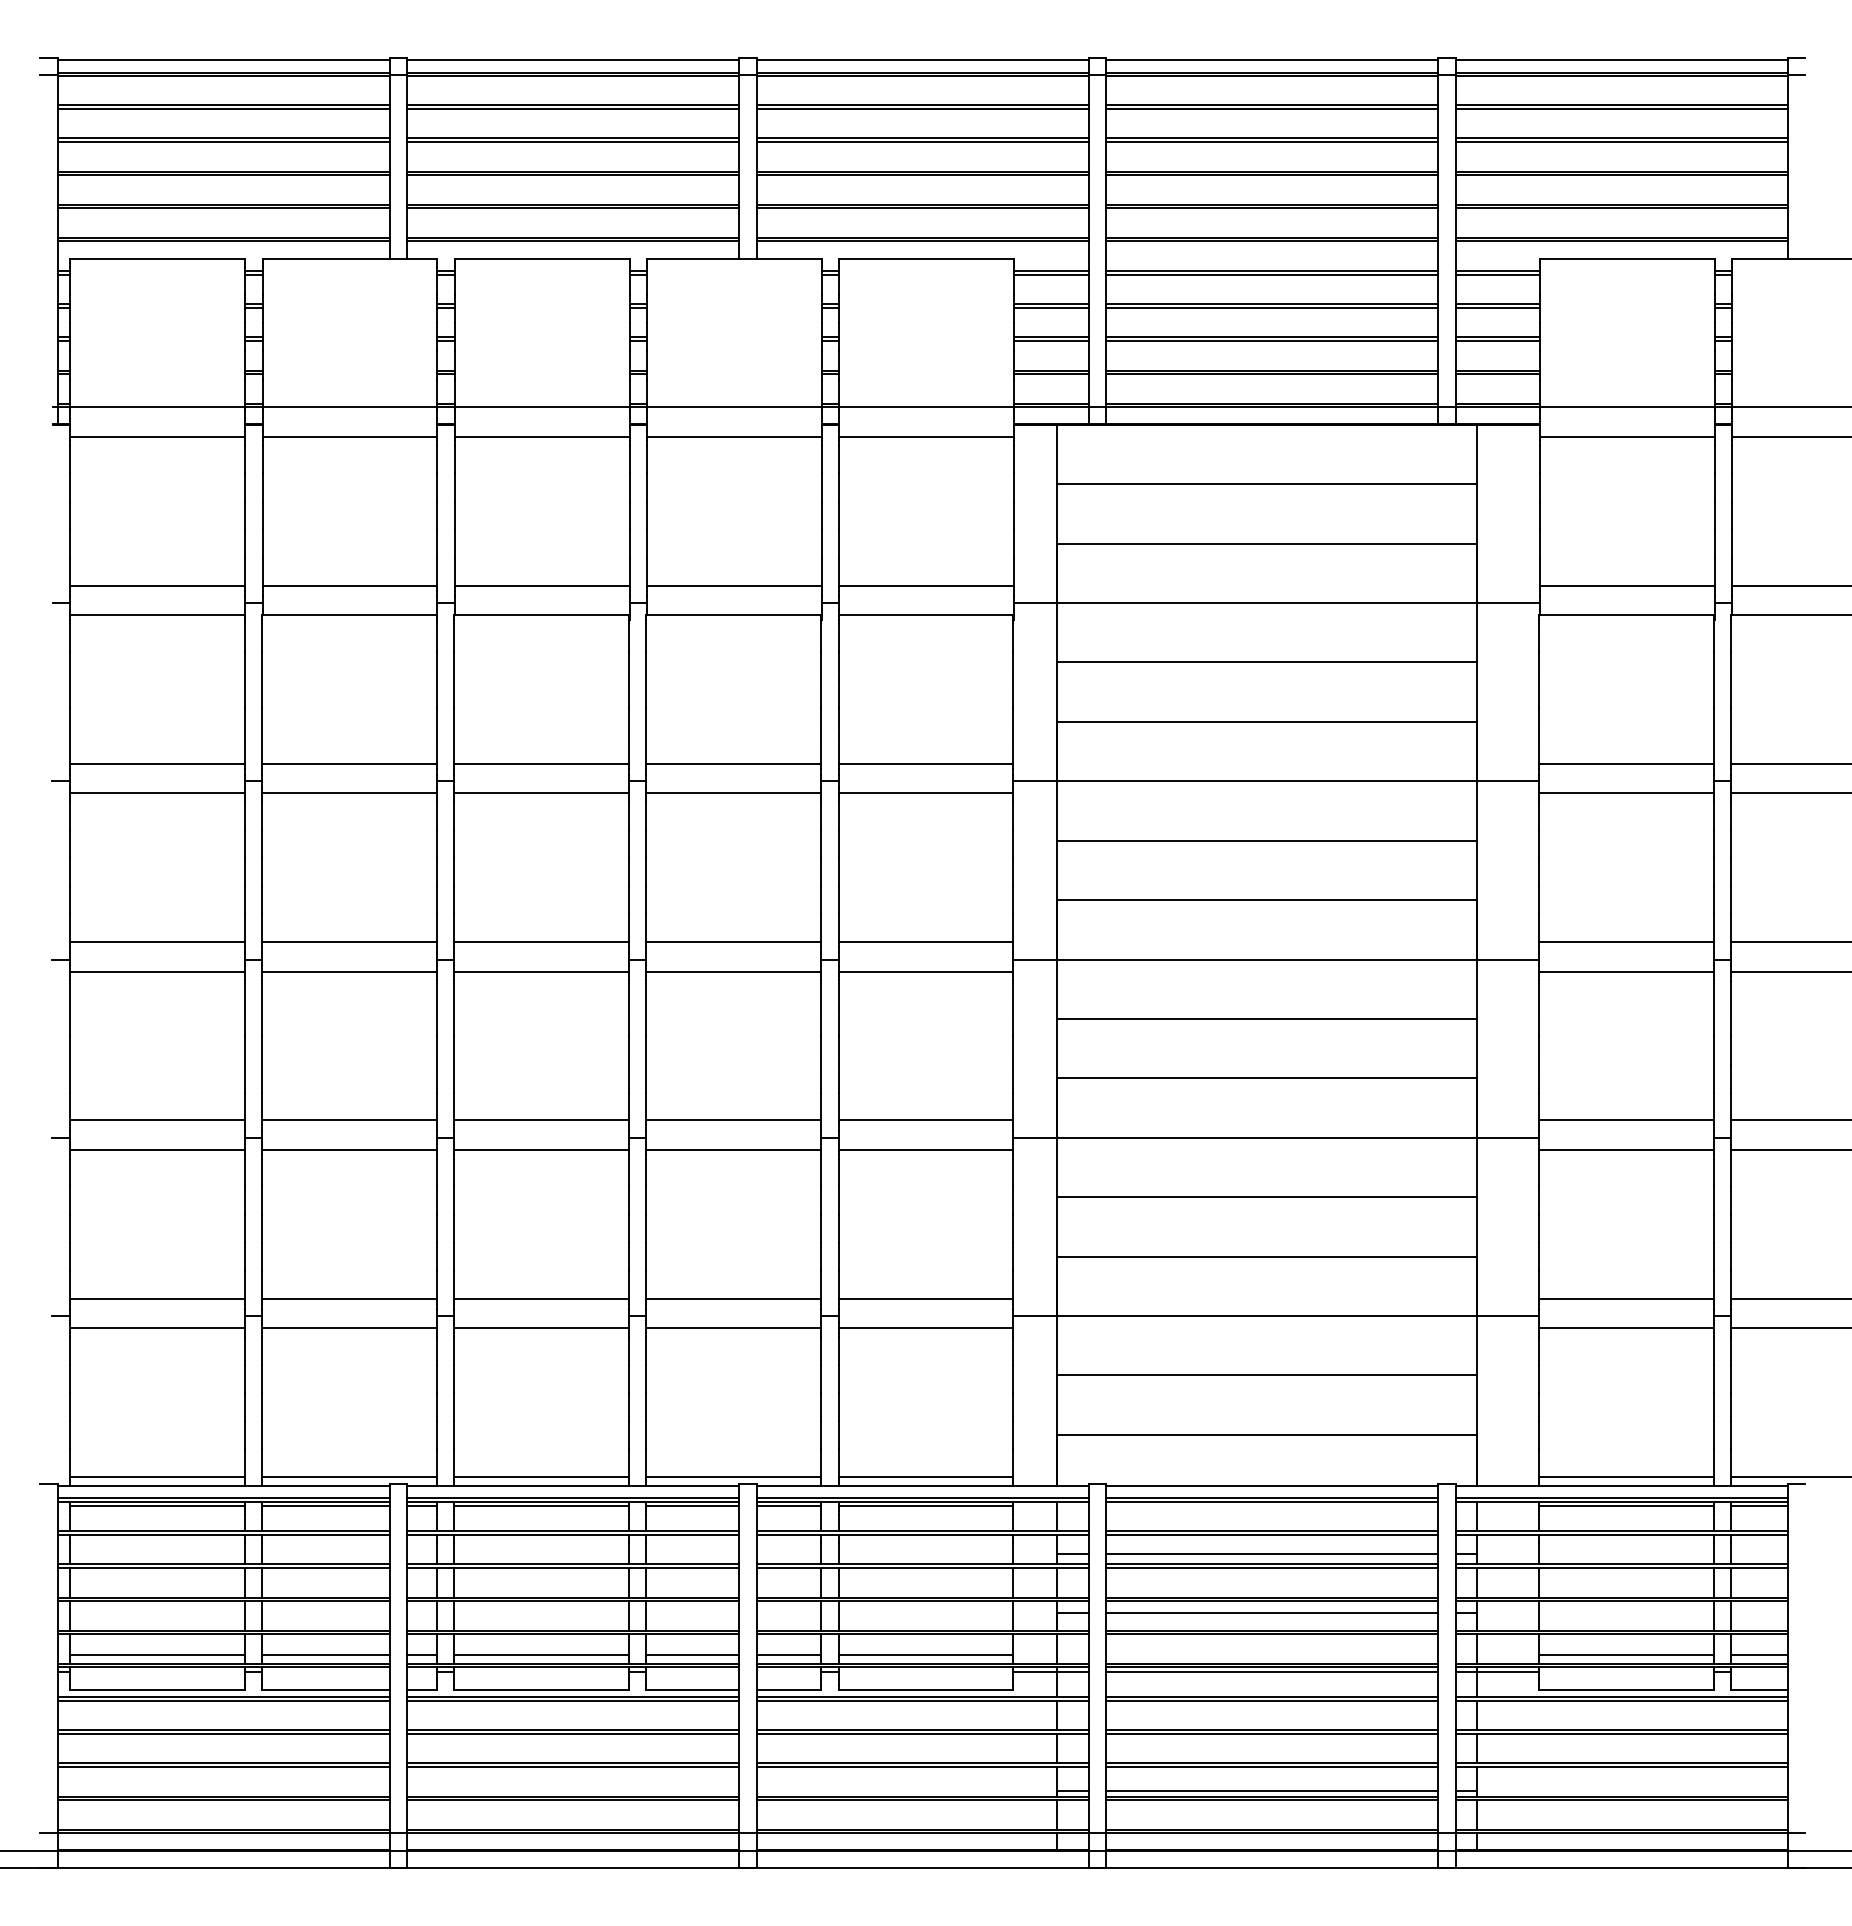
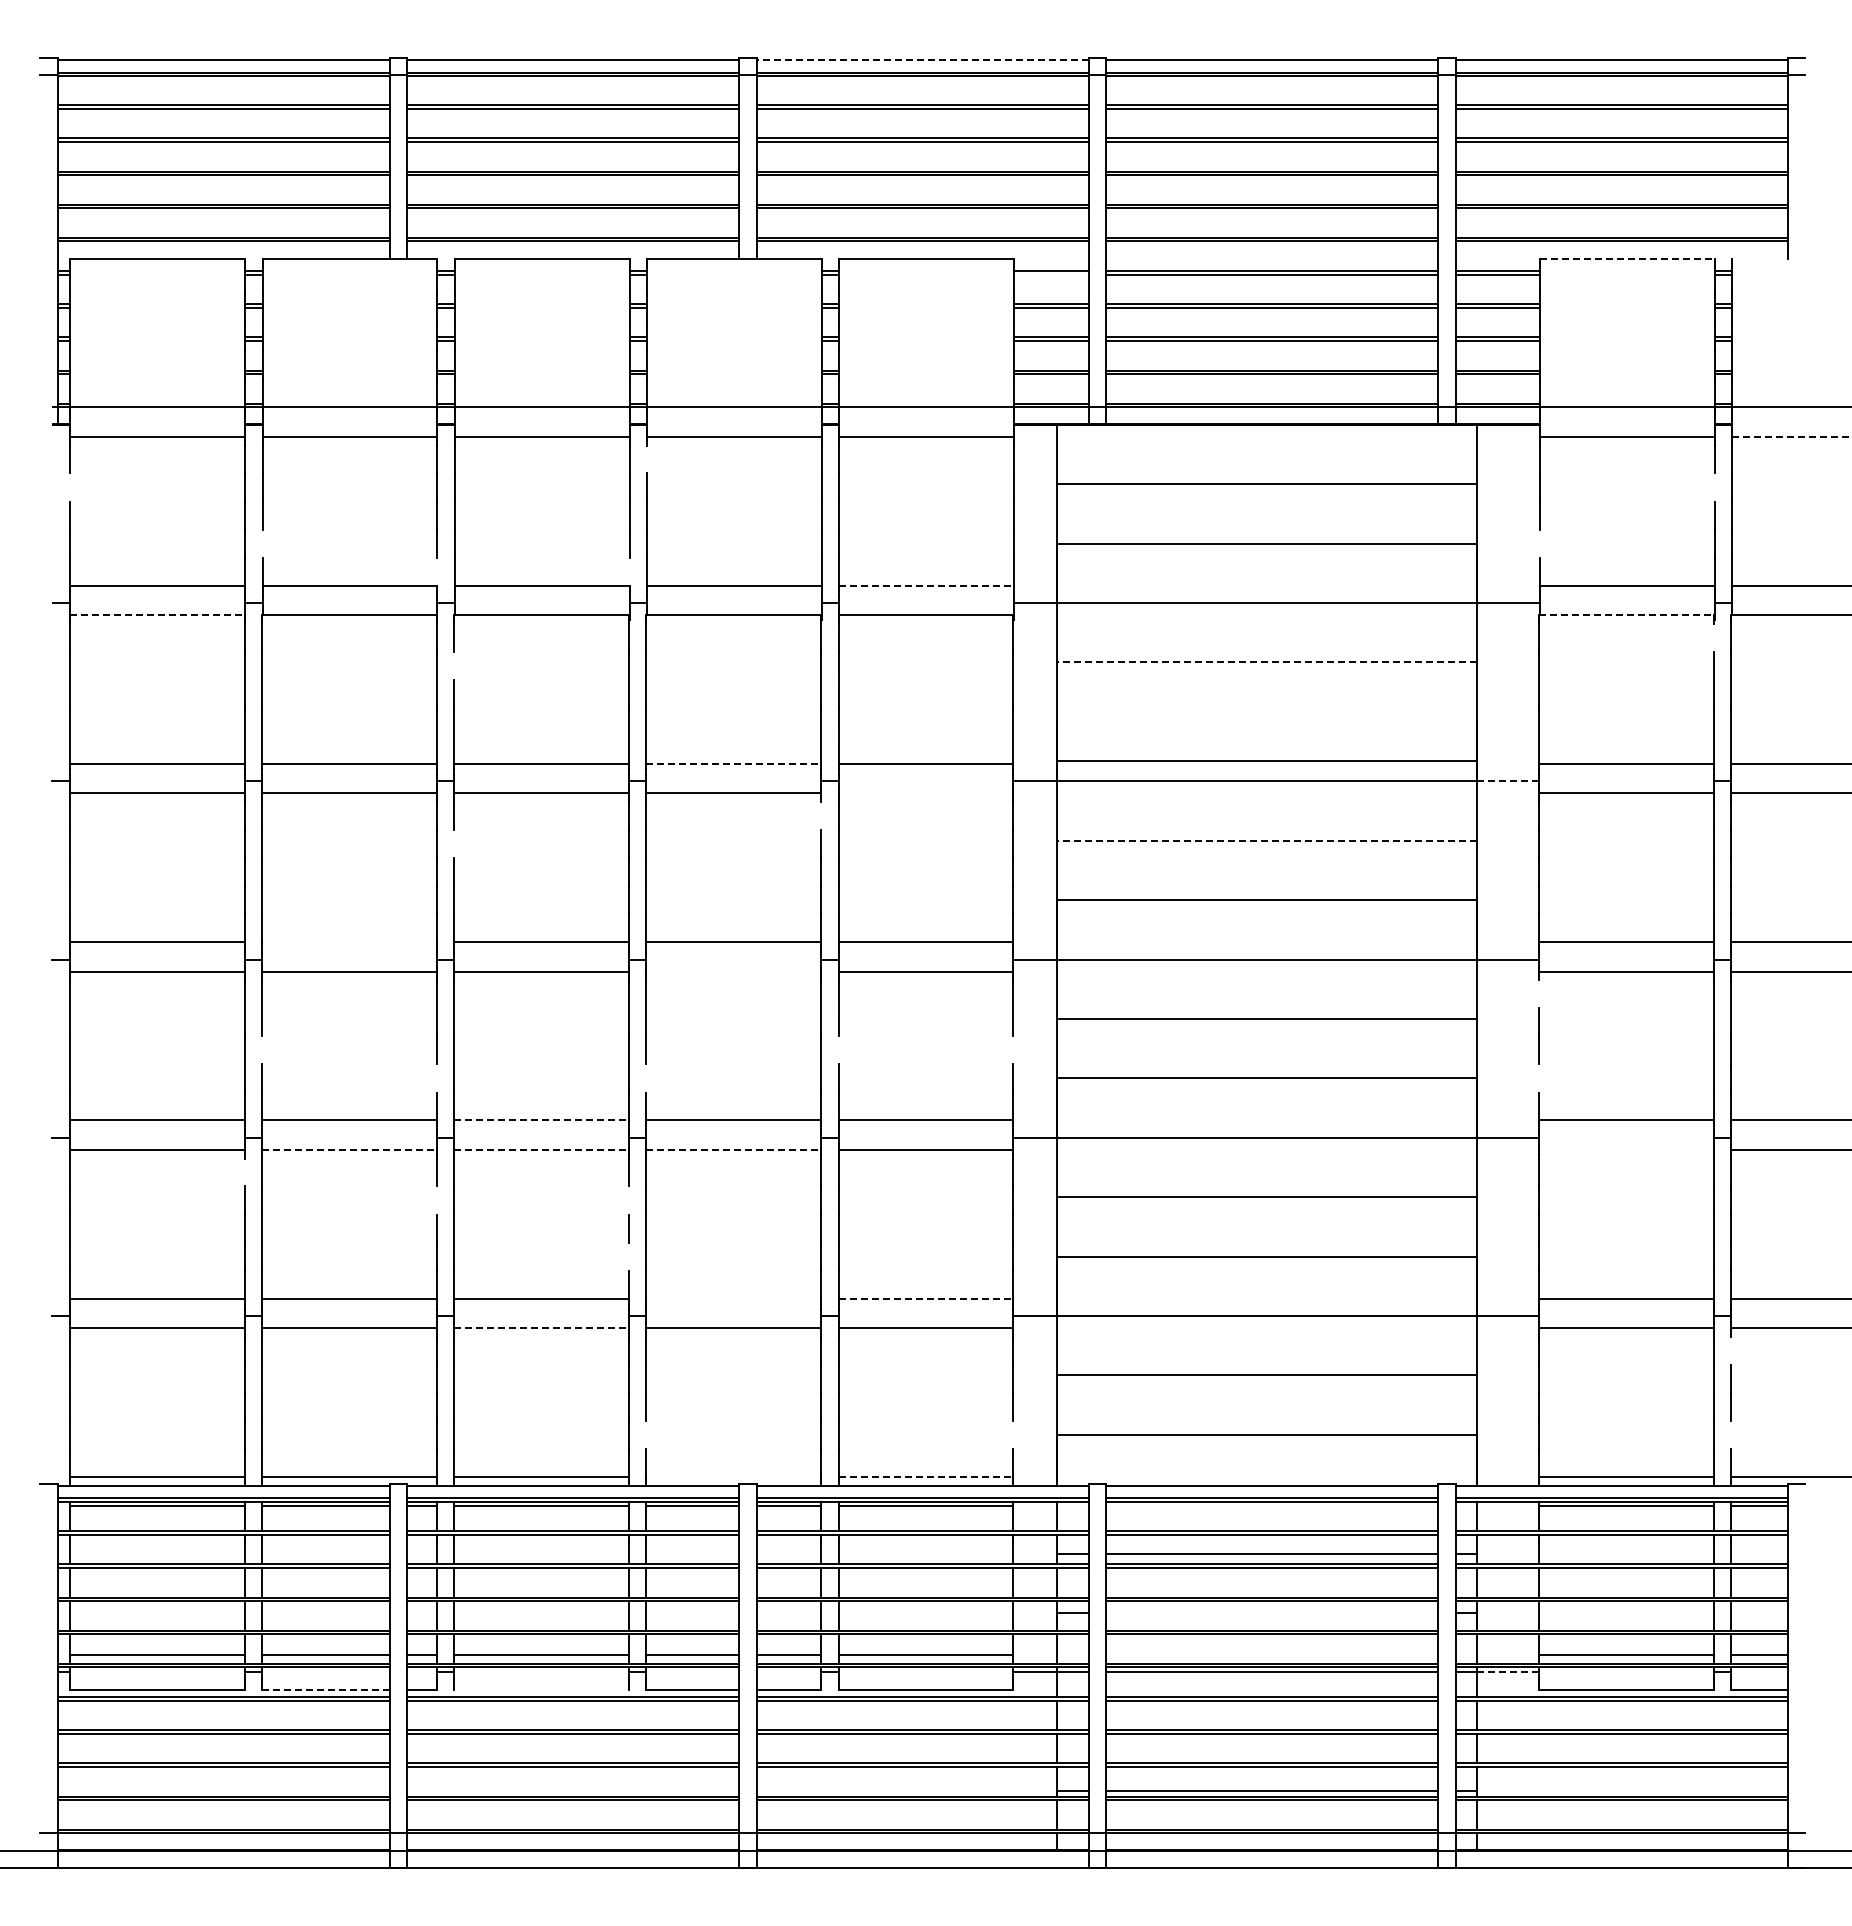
line at (922, 59): solid -> dashed
line at (1627, 258): solid -> dashed
line at (1789, 258): present -> none
line at (1051, 274): present -> none
line at (1791, 437): solid -> dashed
line at (647, 459): present -> none
line at (70, 487): present -> none
line at (1714, 487): present -> none
line at (262, 543): present -> none
line at (1539, 543): present -> none
line at (437, 571): present -> none
line at (629, 571): present -> none
line at (927, 585): solid -> dashed
line at (157, 615): solid -> dashed
line at (1627, 615): solid -> dashed
line at (1713, 637): present -> none
line at (1267, 662): solid -> dashed
line at (454, 665): present -> none
line at (1266, 721) position: (1266, 721) -> (1266, 760)
line at (734, 763): solid -> dashed
line at (1507, 781): solid -> dashed
line at (925, 793): present -> none
line at (821, 815): present -> none
line at (1267, 840): solid -> dashed
line at (454, 843): present -> none
line at (349, 942): present -> none
line at (733, 971): present -> none
line at (1539, 994): present -> none
line at (262, 1050): present -> none
line at (838, 1050): present -> none
line at (1013, 1050): present -> none
line at (436, 1078): present -> none
line at (646, 1078): present -> none
line at (1539, 1078): present -> none
line at (542, 1120): solid -> dashed
line at (349, 1149): solid -> dashed
line at (542, 1149): solid -> dashed
line at (734, 1149): solid -> dashed
line at (1626, 1149): present -> none
line at (244, 1172): present -> none
line at (436, 1200): present -> none
line at (628, 1200): present -> none
line at (628, 1256): present -> none
line at (733, 1298): present -> none
line at (926, 1298): solid -> dashed
line at (542, 1328): solid -> dashed
line at (1731, 1350): present -> none
line at (646, 1434): present -> none
line at (1013, 1434): present -> none
line at (1731, 1434): present -> none
line at (733, 1476): present -> none
line at (926, 1476): solid -> dashed
line at (1272, 1613): present -> none
line at (1507, 1672): solid -> dashed
line at (325, 1689): solid -> dashed
line at (541, 1689): present -> none
